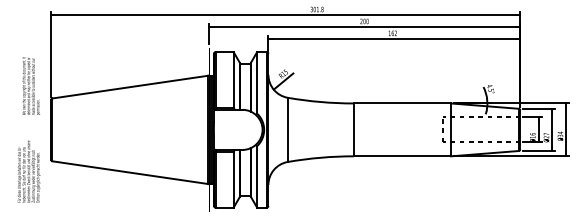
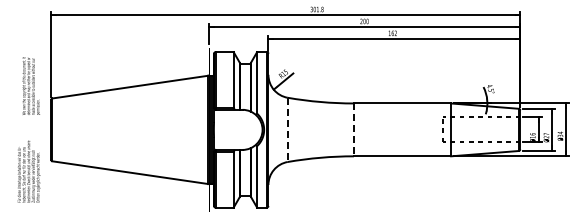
line at (287, 130): solid -> dashed
line at (353, 130): solid -> dashed
